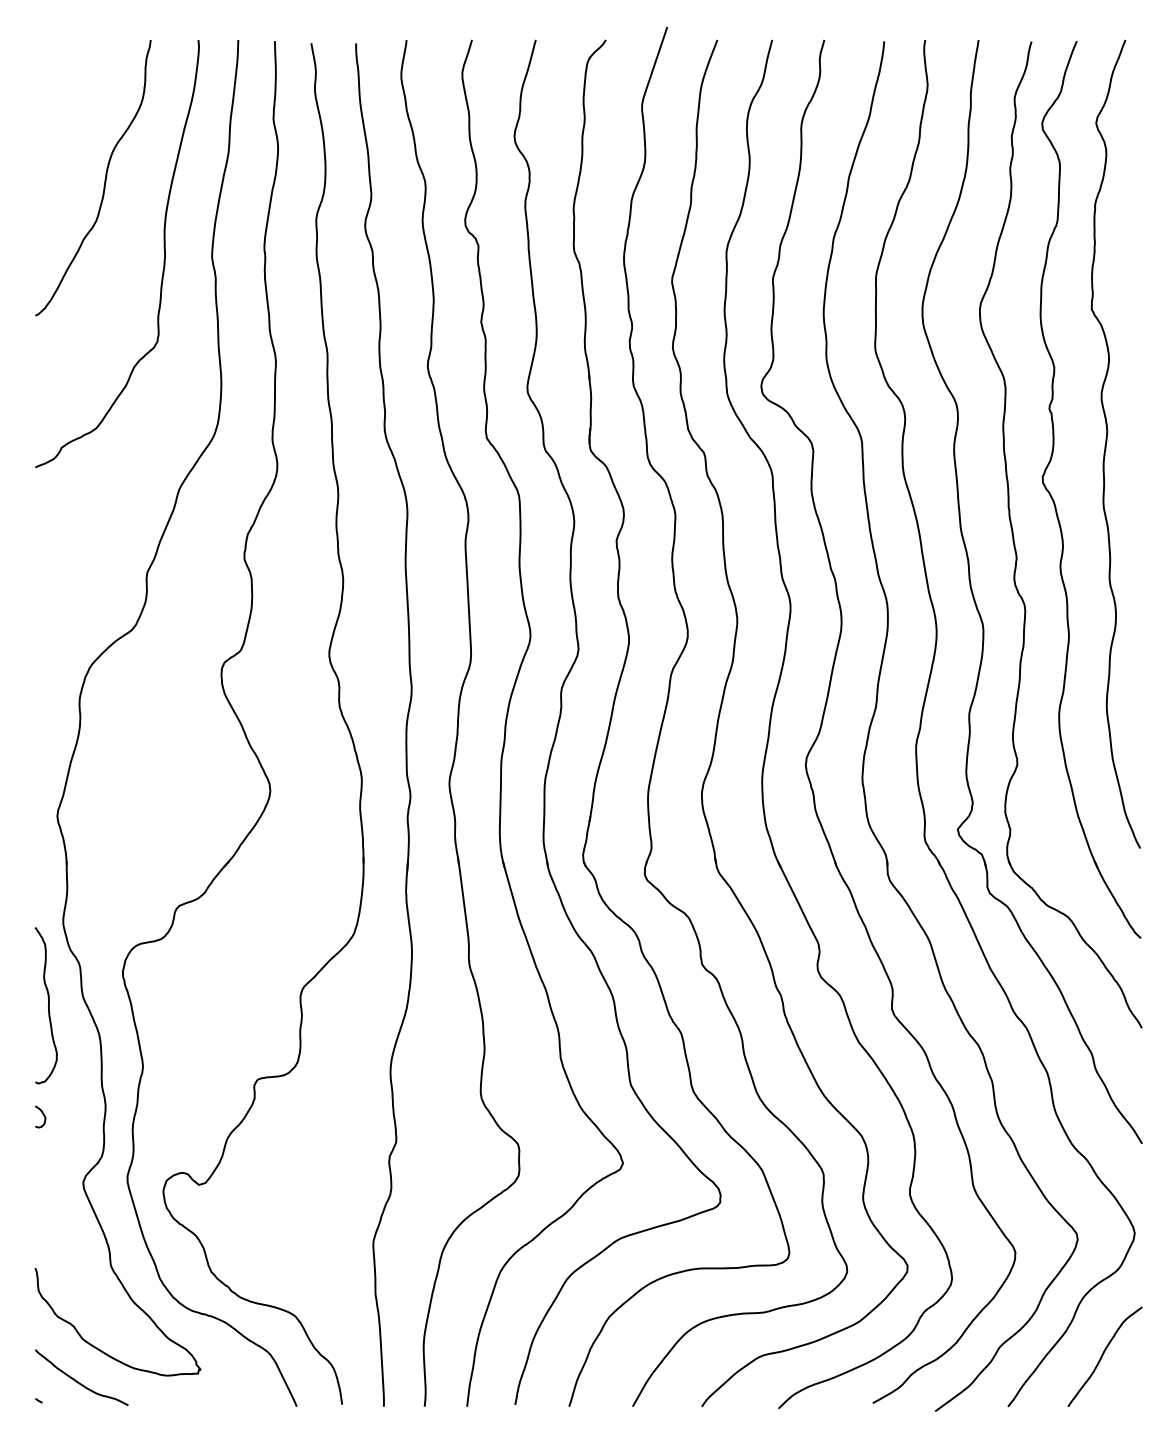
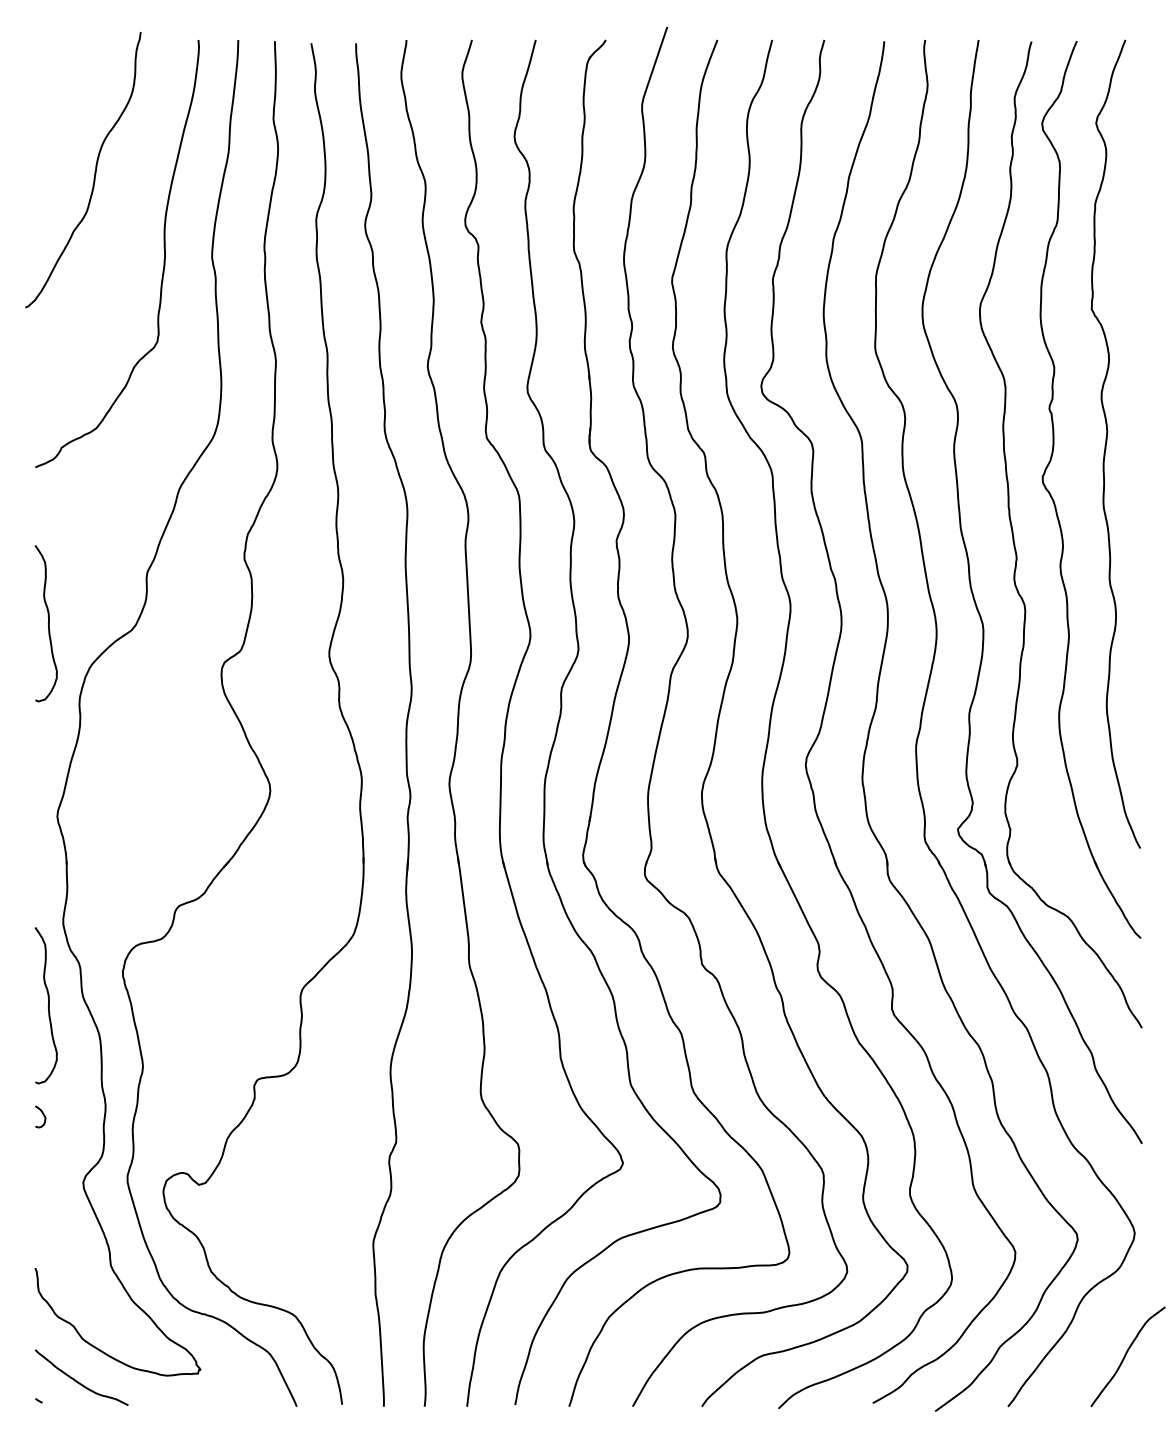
curve at (104, 179) position: (104, 179) -> (94, 171)
curve at (48, 623): none -> present
curve at (1103, 1355) position: (1103, 1355) -> (1126, 1355)
